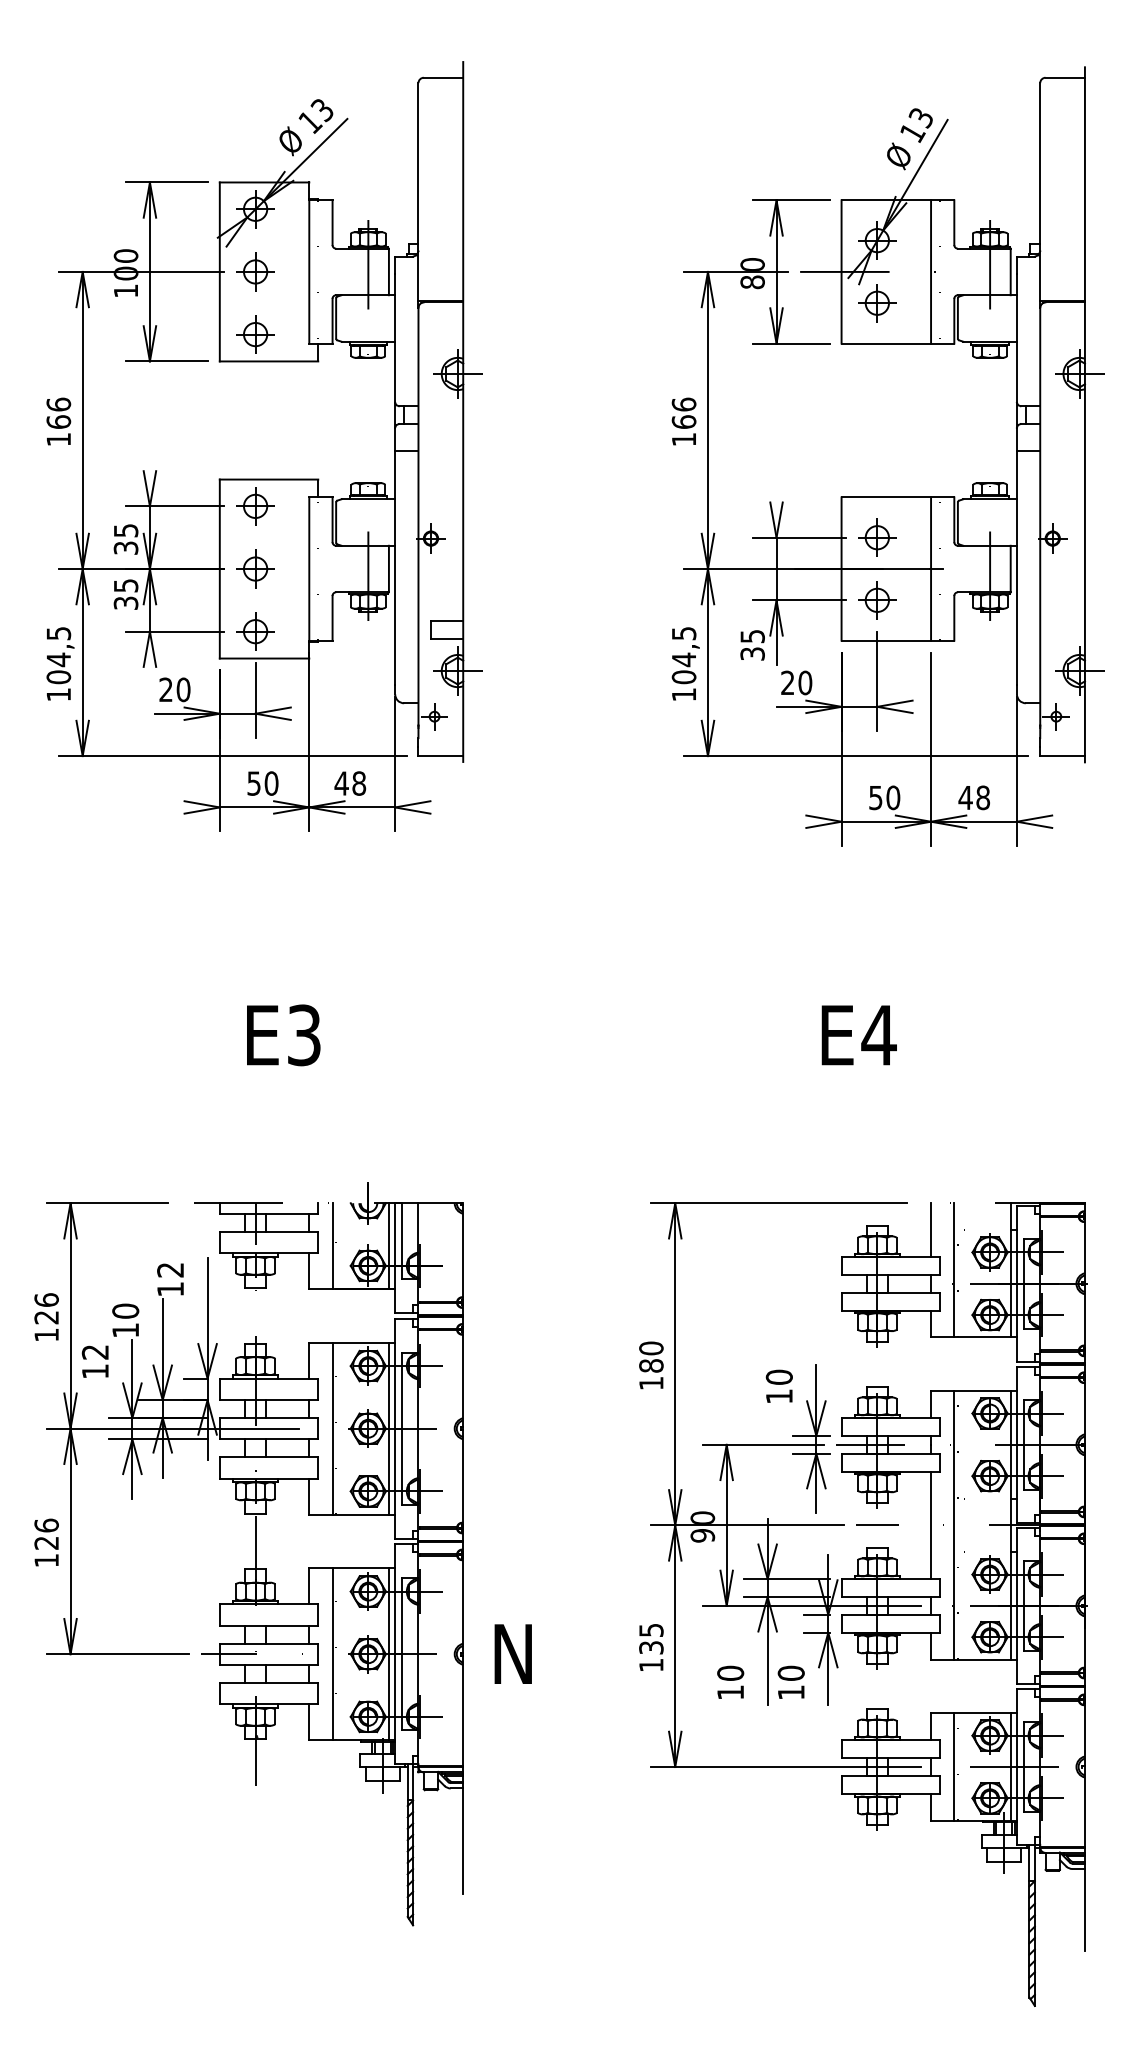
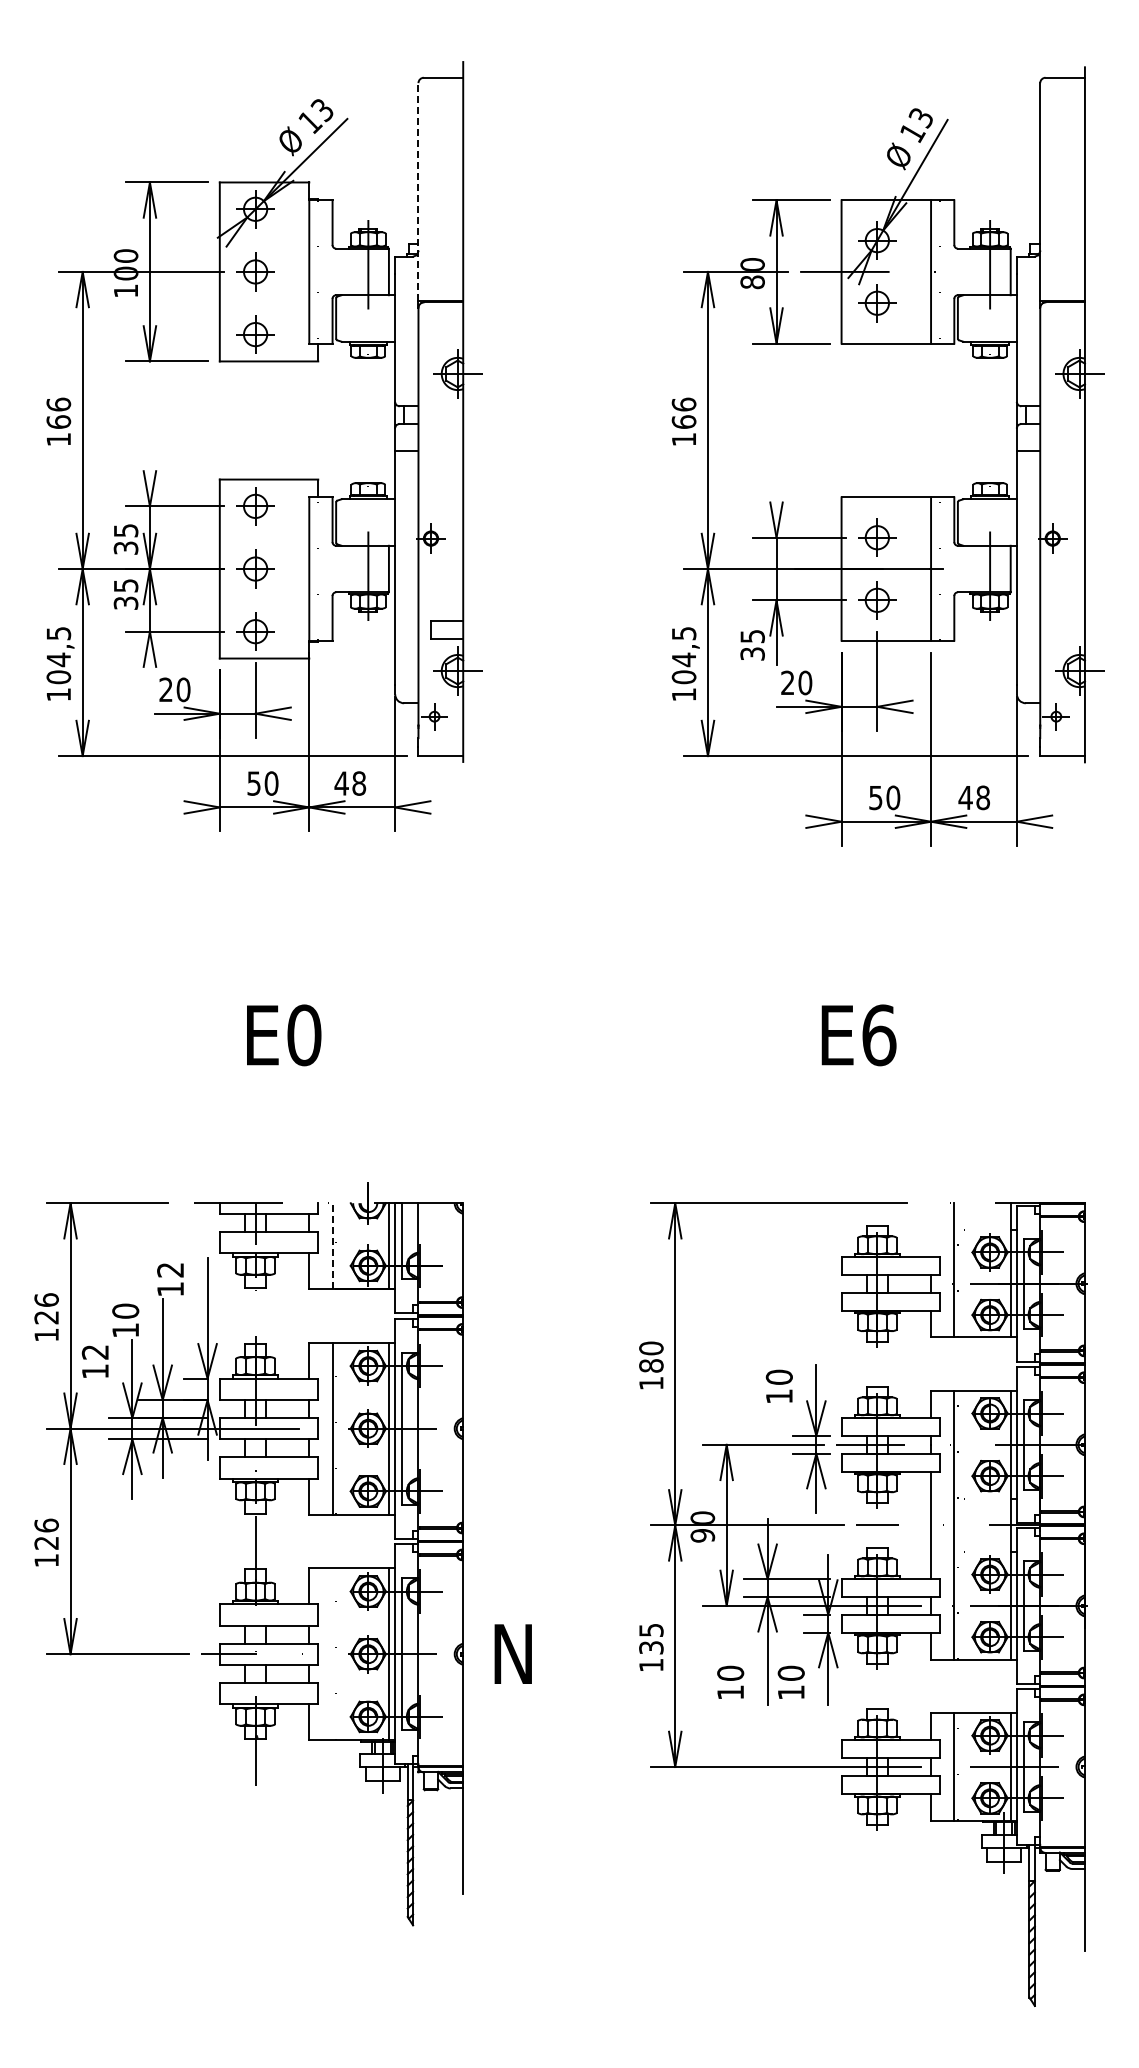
line at (418, 191): solid -> dashed
text at (304, 1035): E3 -> E0
text at (878, 1035): E4 -> E6
line at (931, 1229): present -> none
line at (332, 1246): solid -> dashed
line at (332, 1654): present -> none
